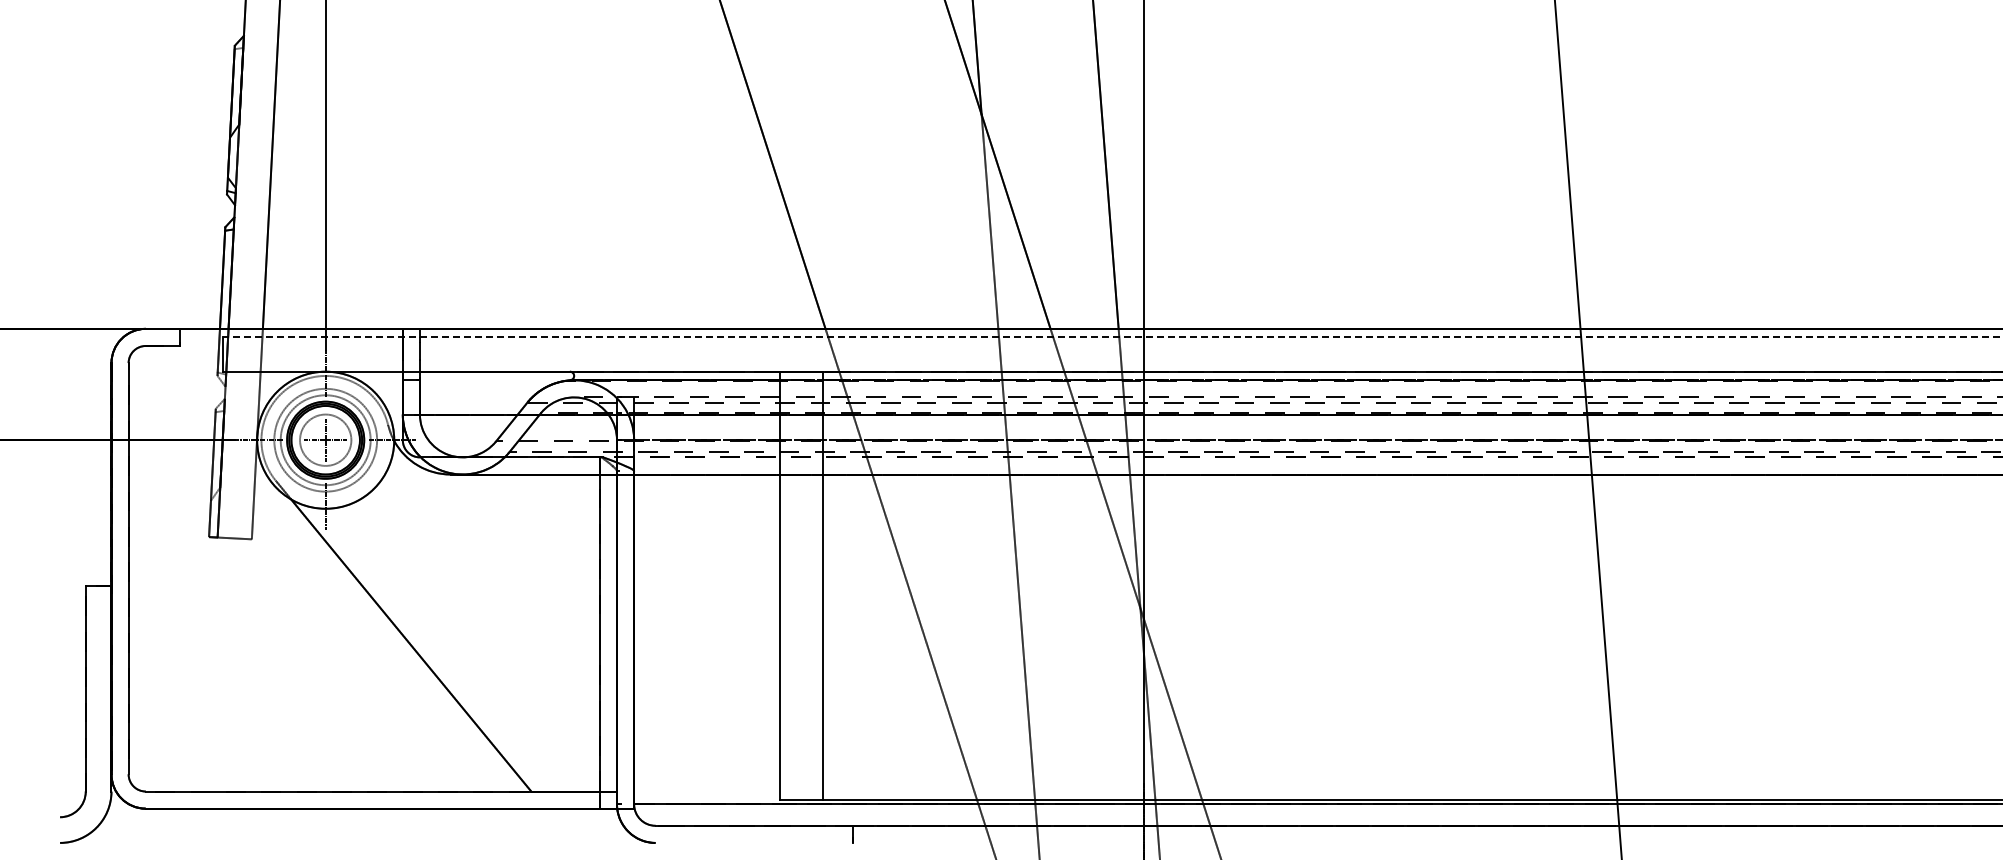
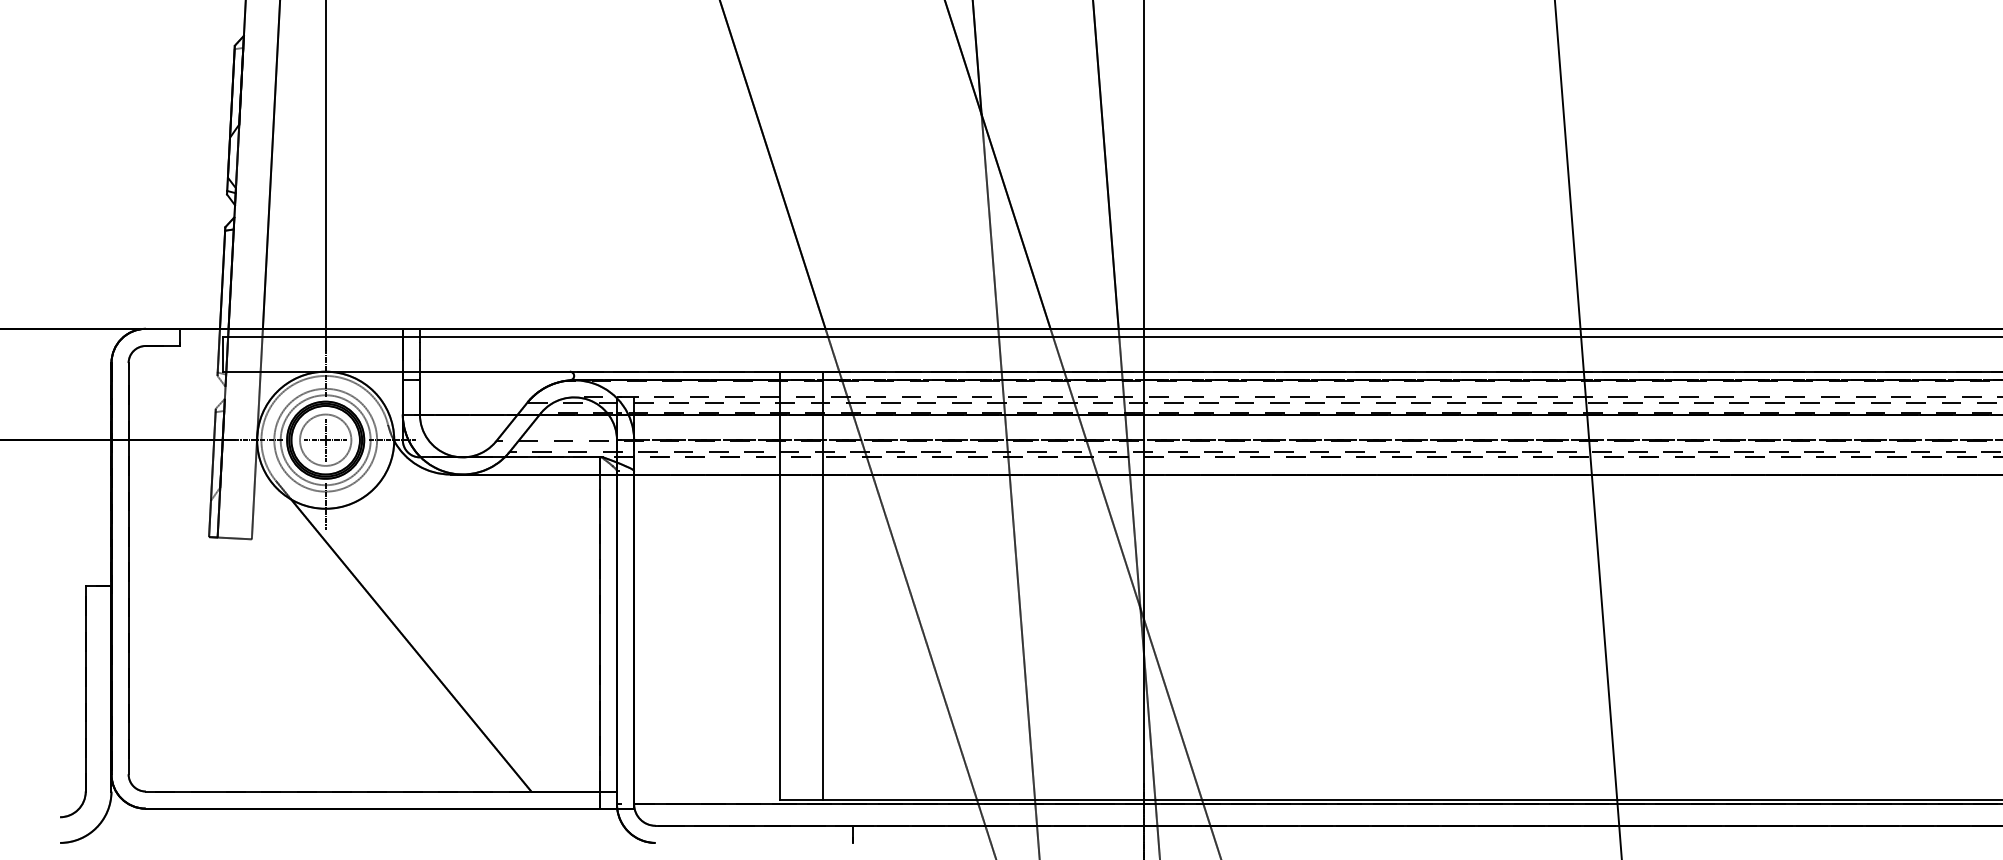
line at (1112, 337): dashed -> solid
